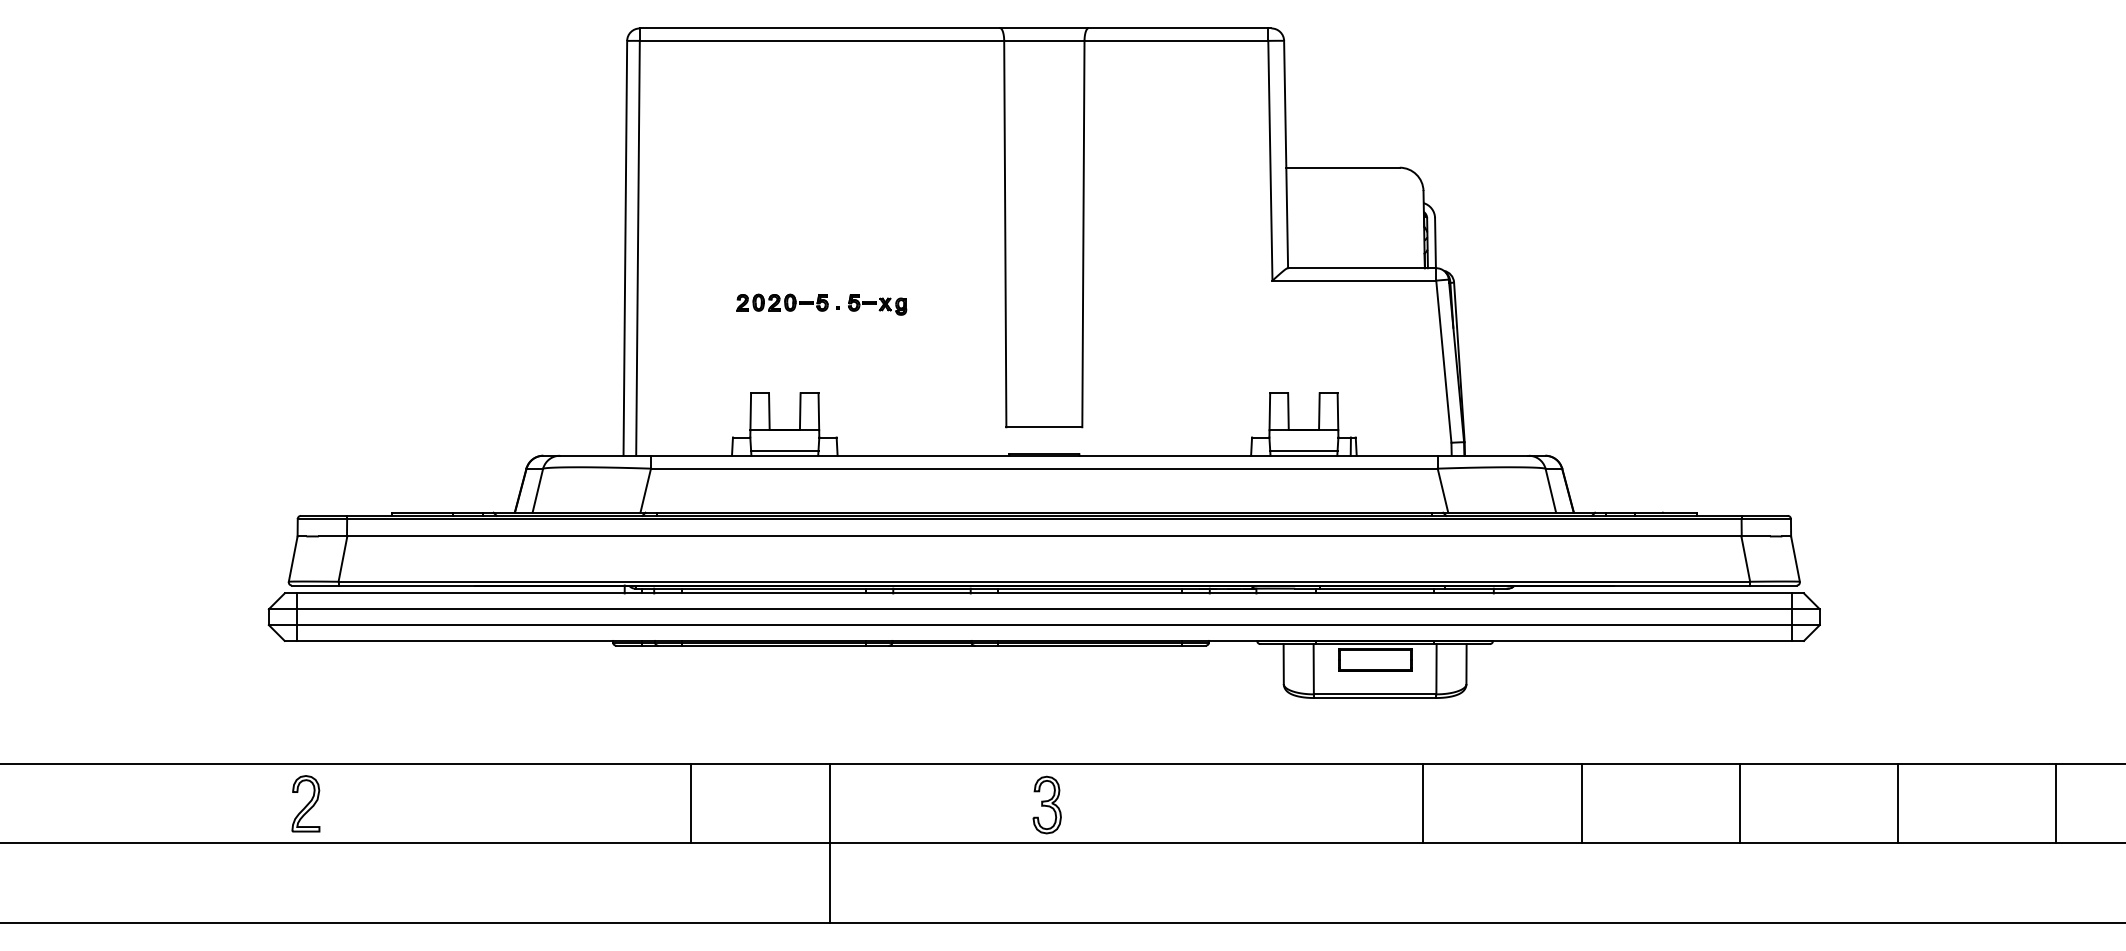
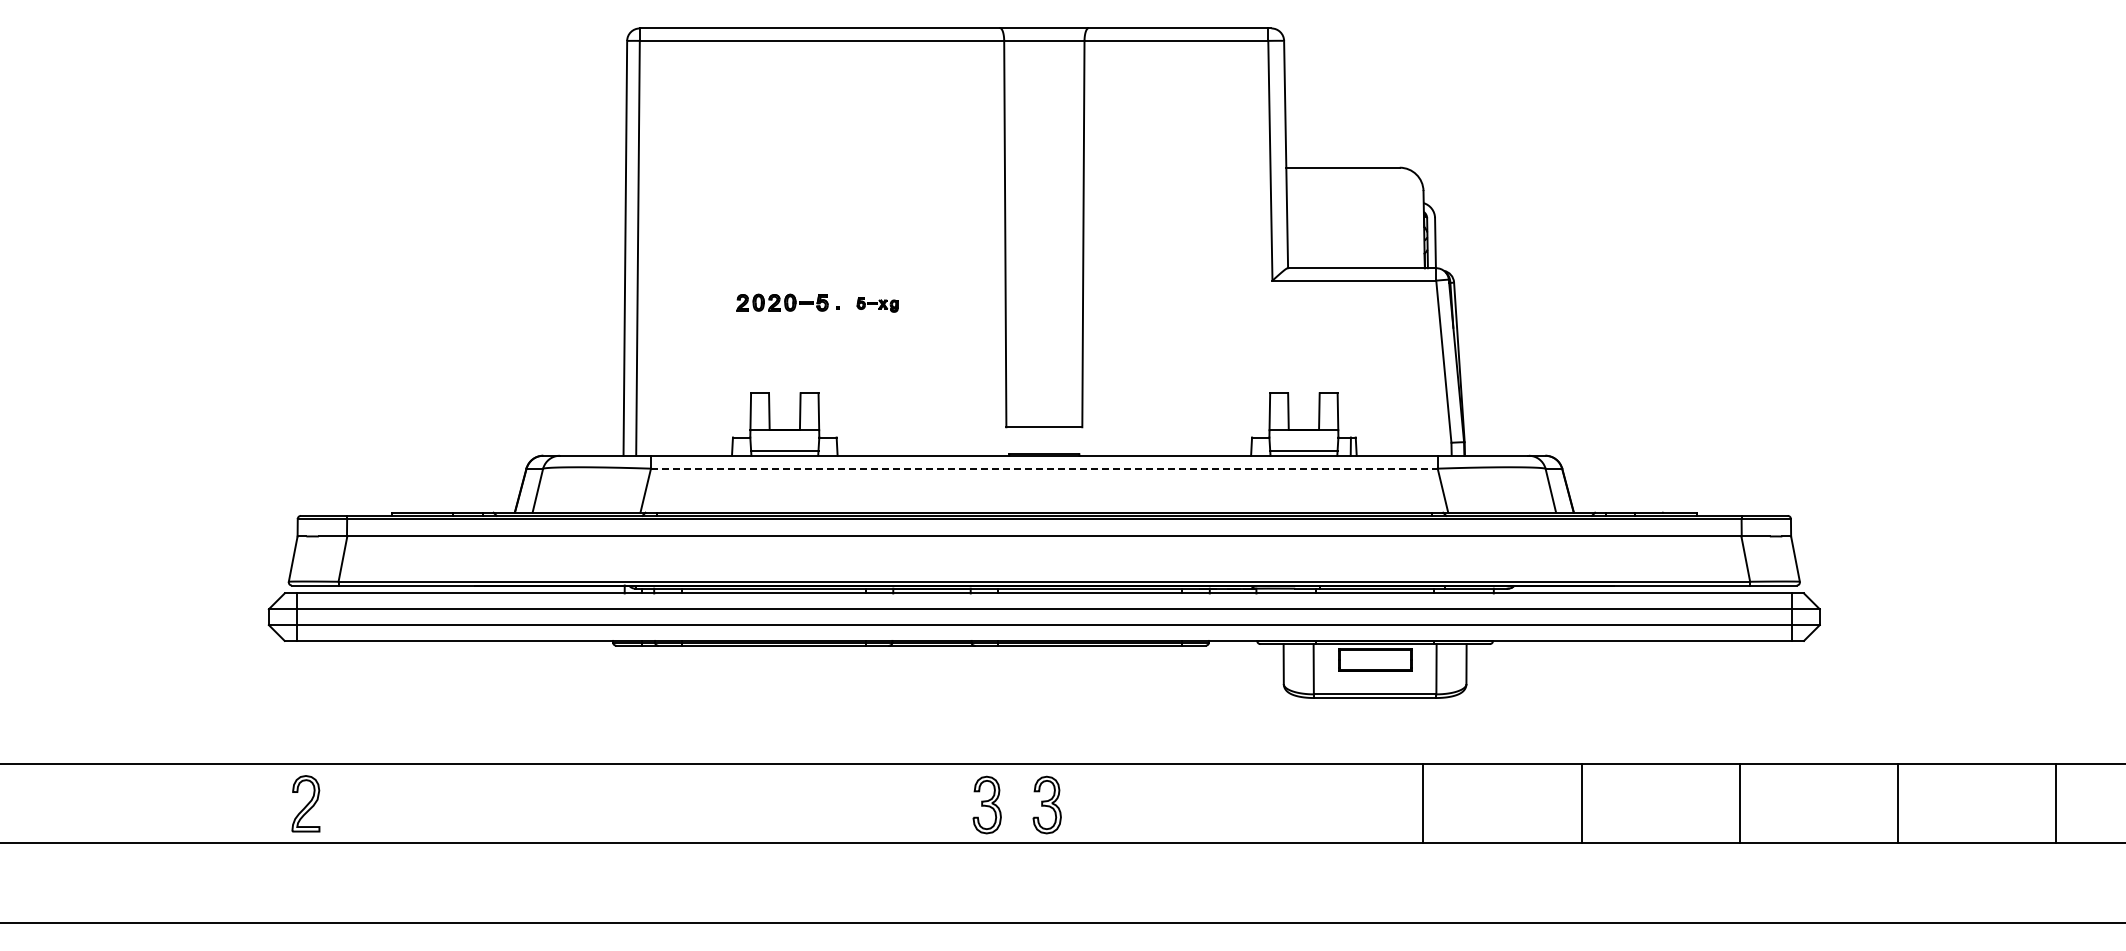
part at (877, 304) size: 60x22 px -> 43x16 px
line at (1044, 468): solid -> dashed
line at (691, 803): present -> none
part at (986, 804): none -> present
line at (829, 843): present -> none
